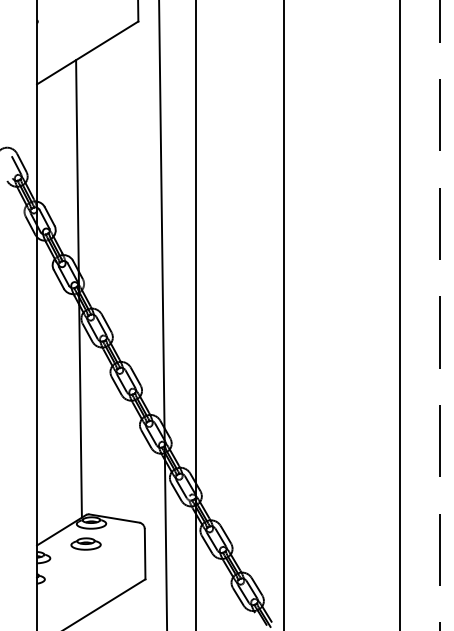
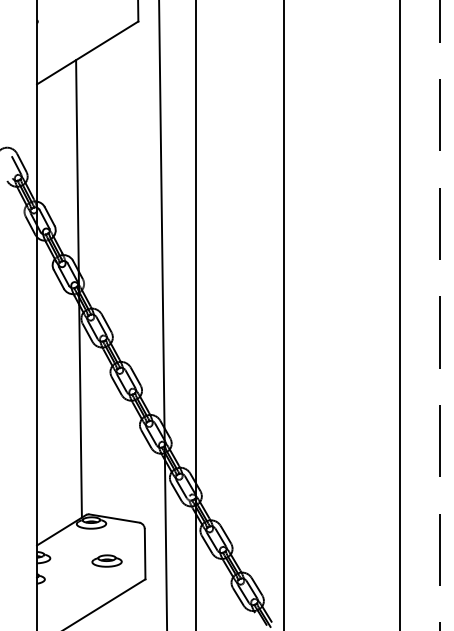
part at (85, 543) position: (85, 543) -> (106, 560)
